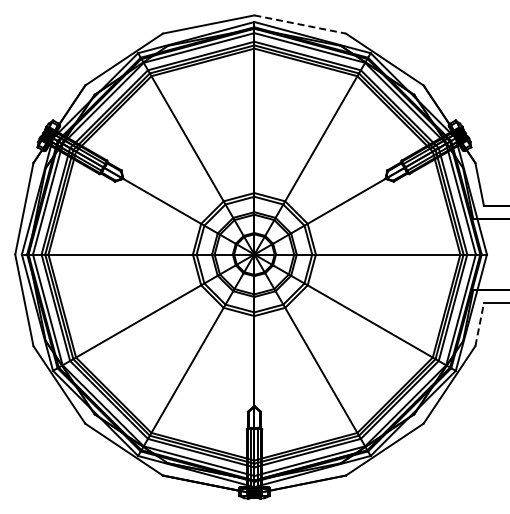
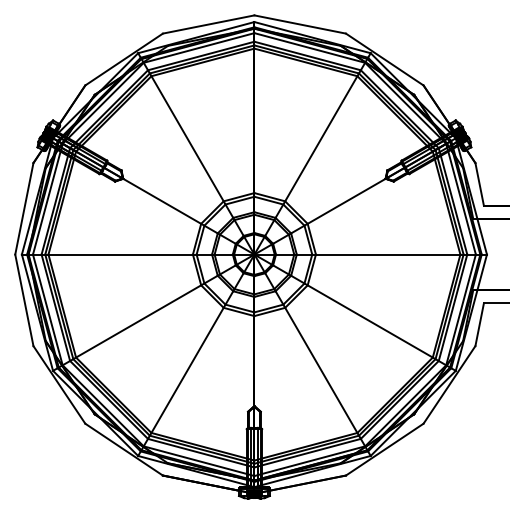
line at (300, 24): dashed -> solid
line at (479, 324): dashed -> solid
